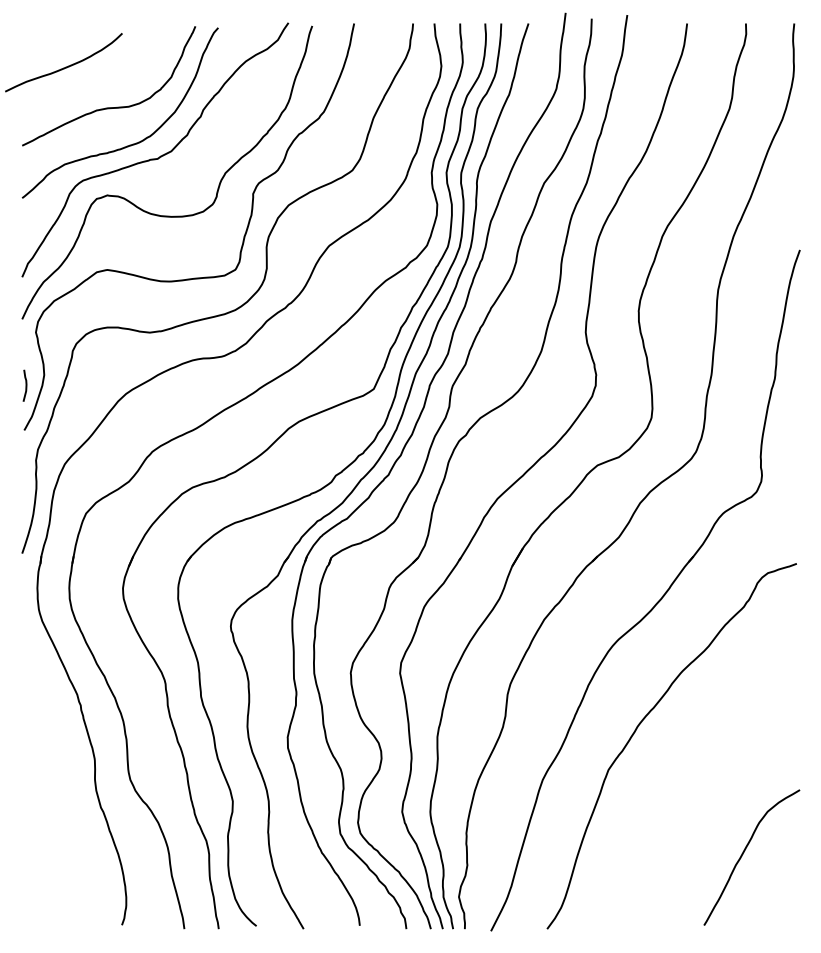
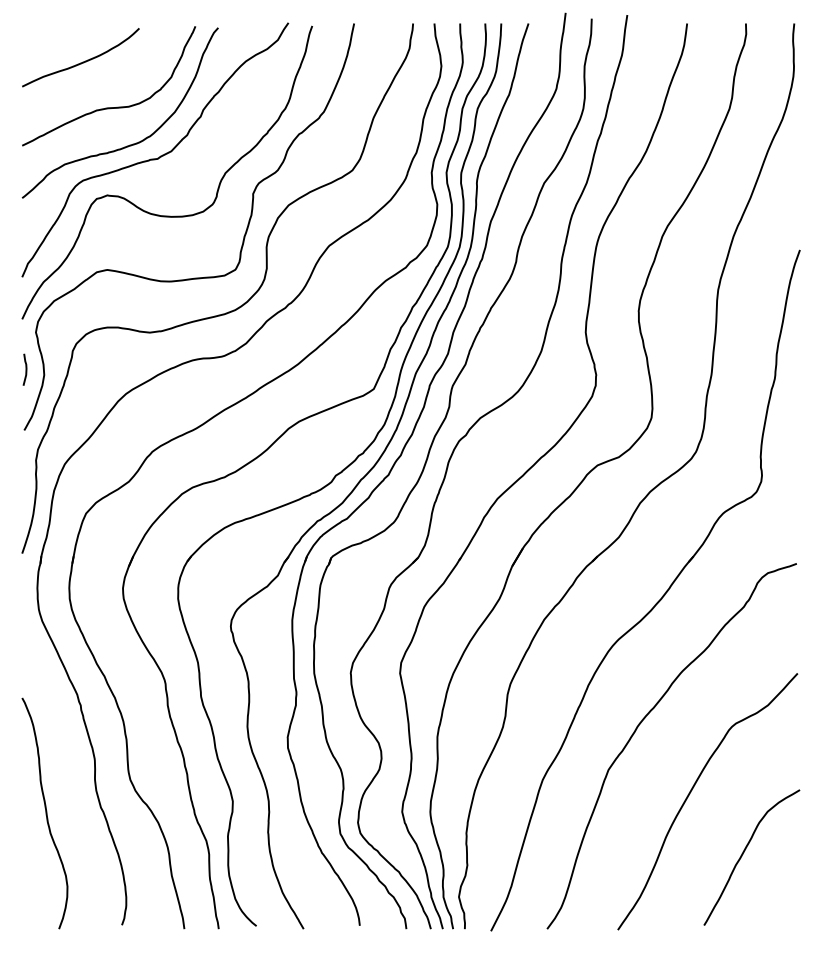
curve at (65, 66) position: (65, 66) -> (82, 61)
curve at (25, 385) position: (25, 385) -> (25, 369)
curve at (691, 792): none -> present
curve at (45, 813): none -> present
